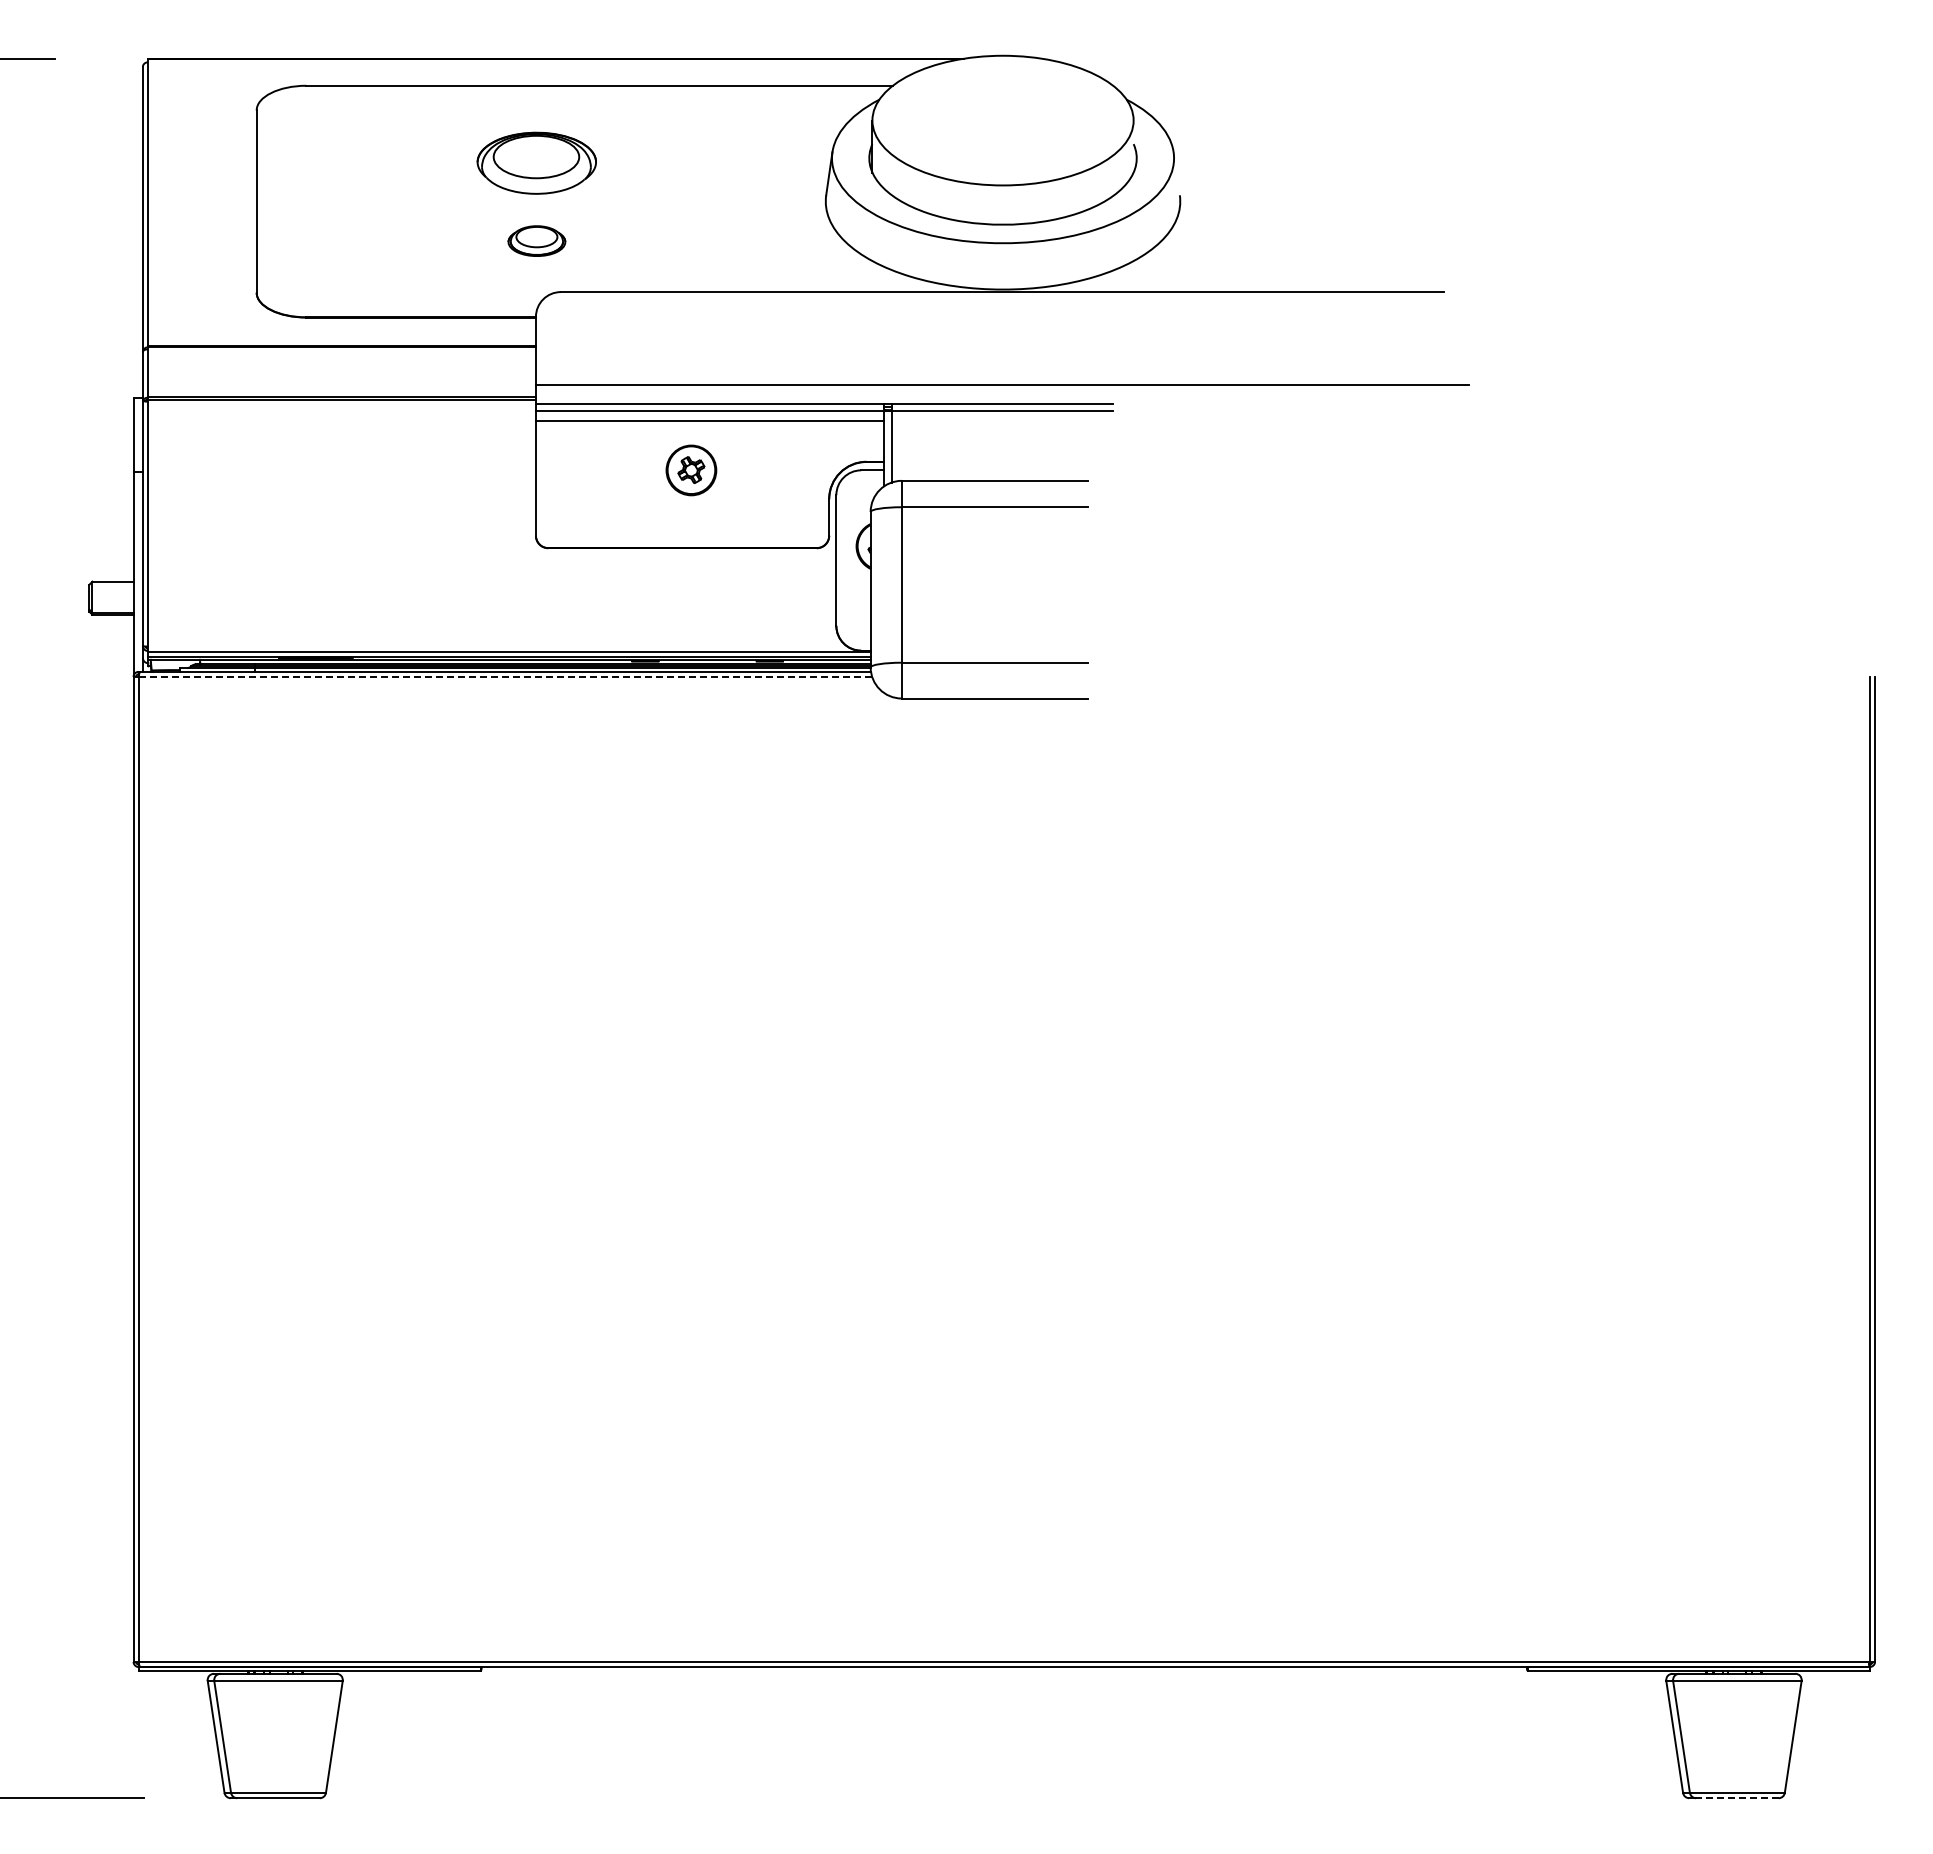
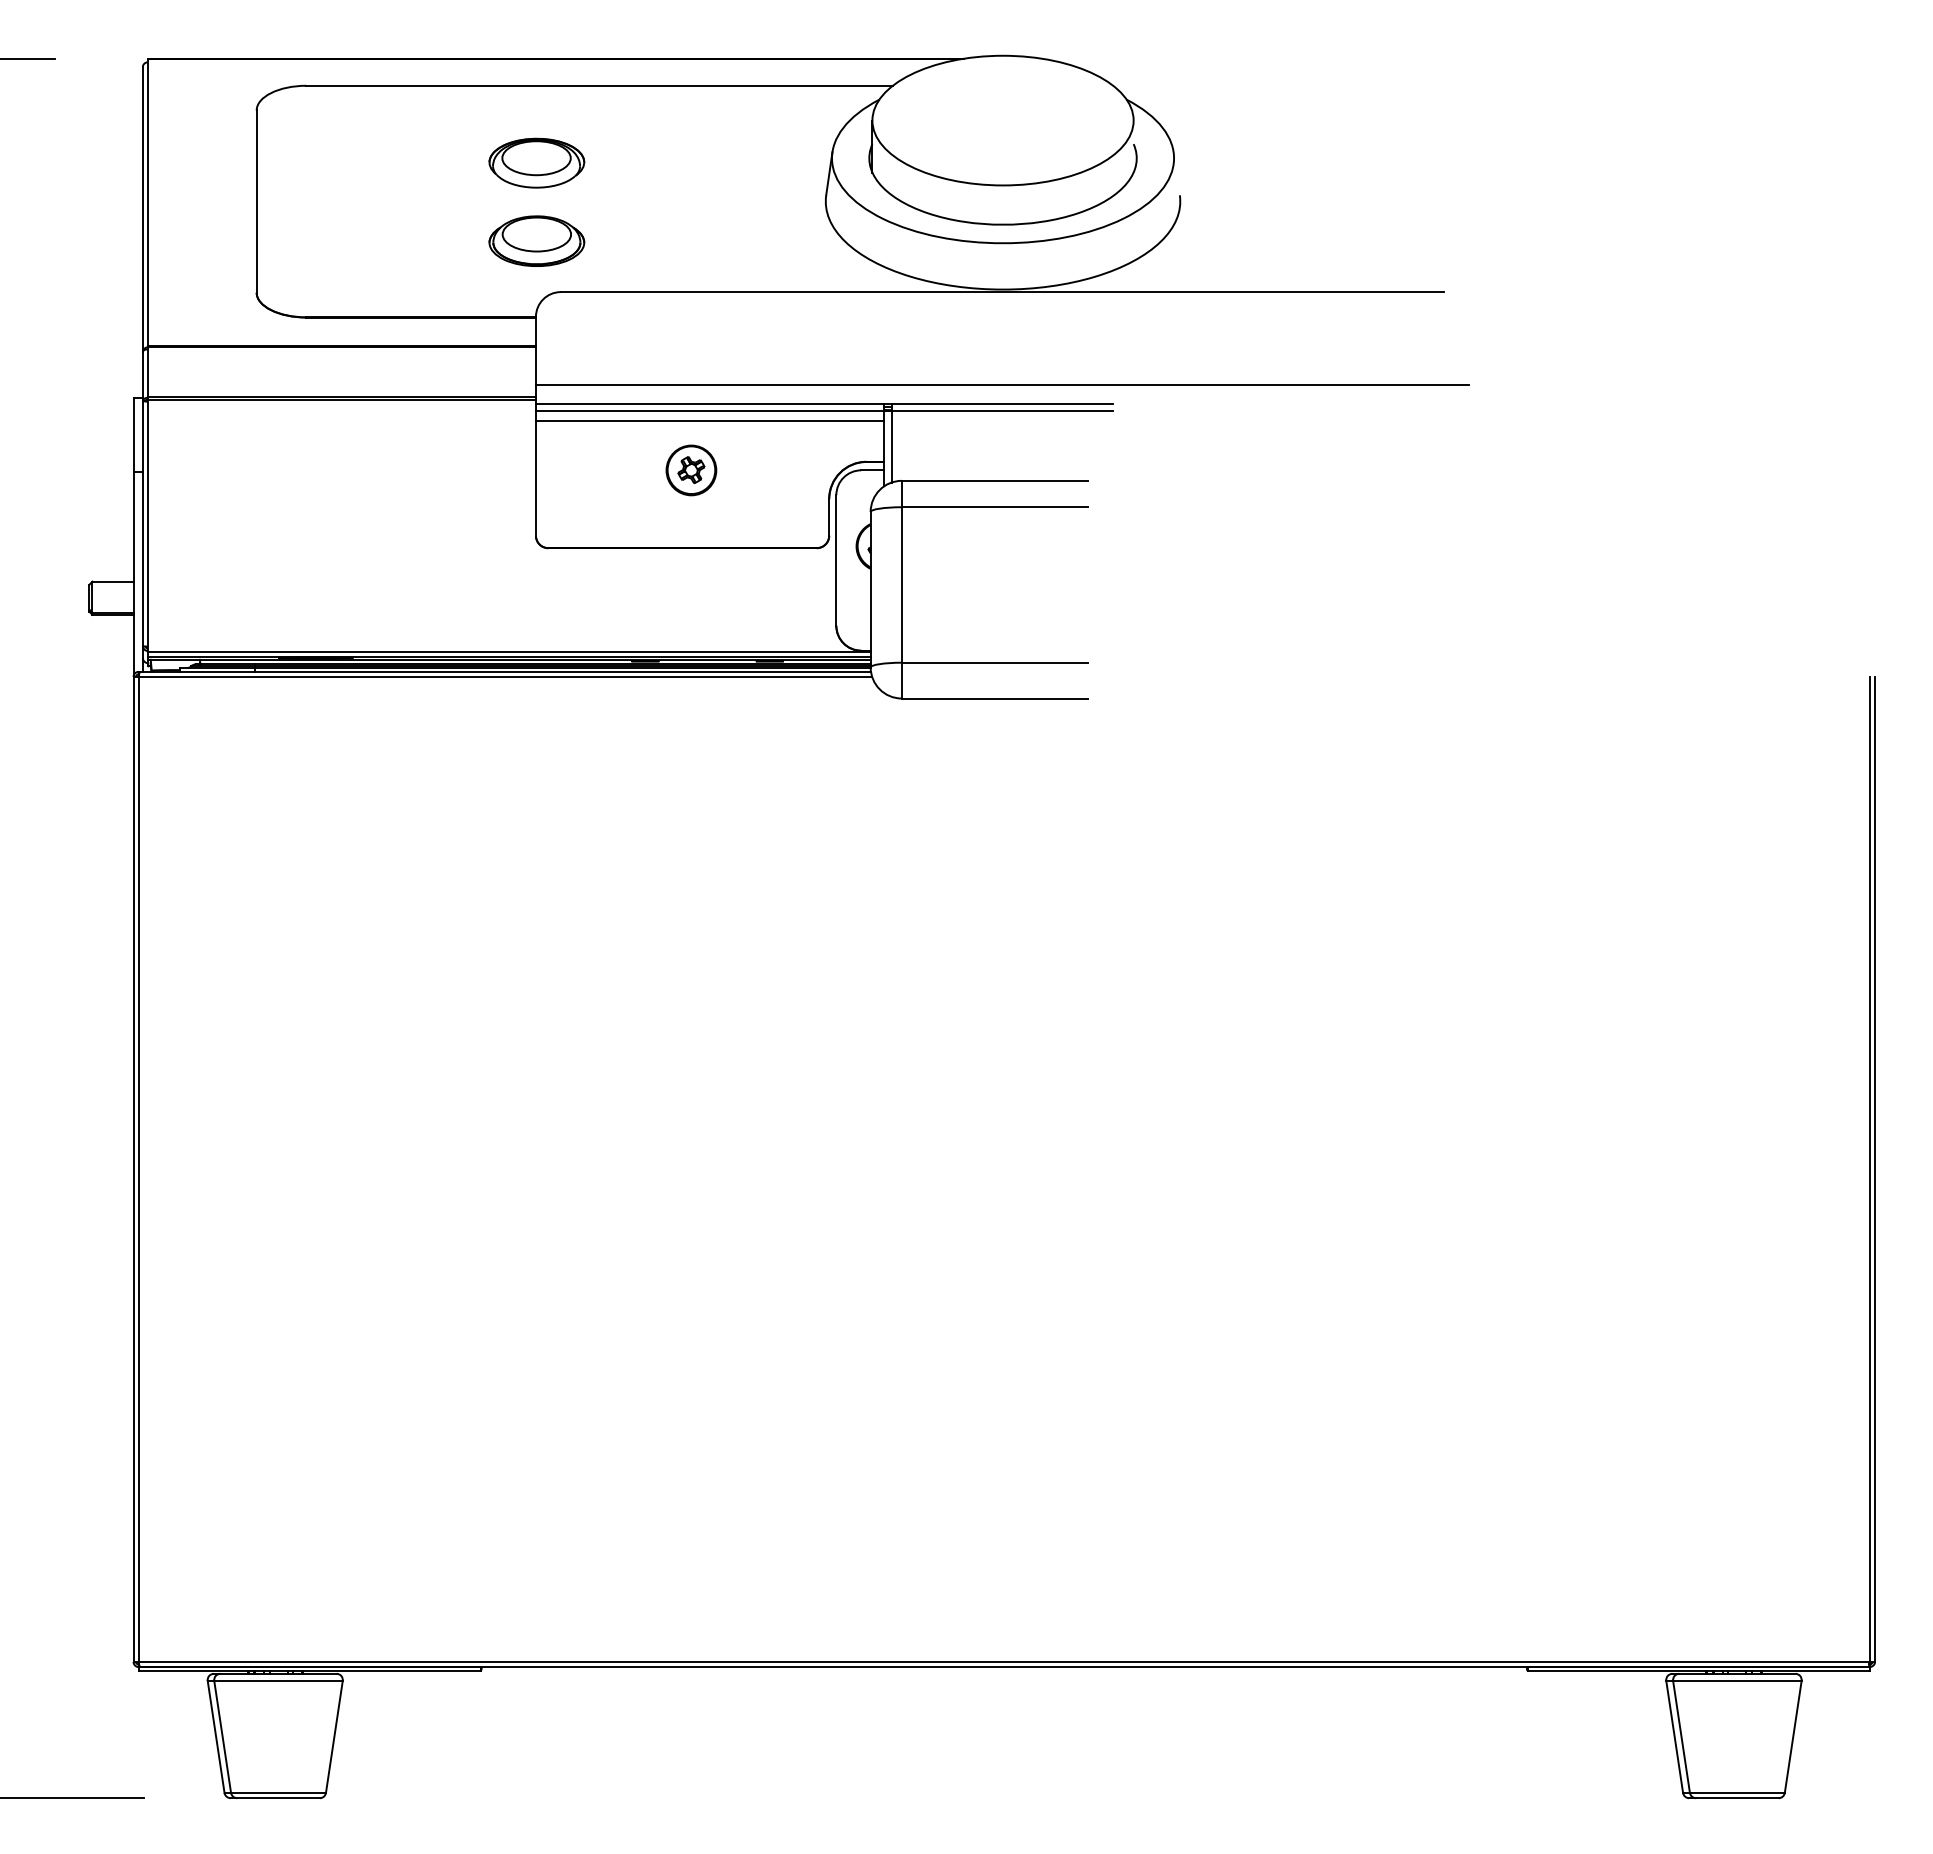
part at (536, 162) size: 121x64 px -> 98x52 px
part at (536, 240) size: 60x32 px -> 98x52 px
line at (505, 676): dashed -> solid
line at (1736, 1798): dashed -> solid
